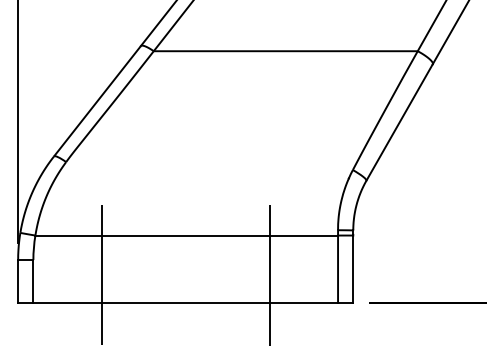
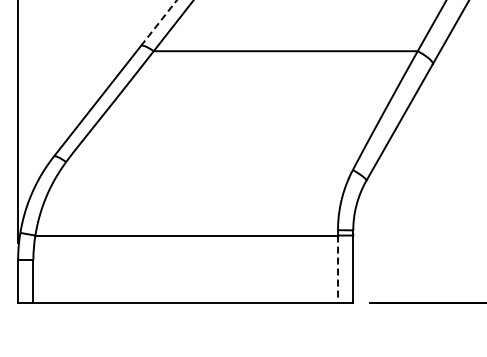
line at (158, 23): solid -> dashed
line at (338, 269): solid -> dashed
line at (101, 274): present -> none
line at (269, 274): present -> none
